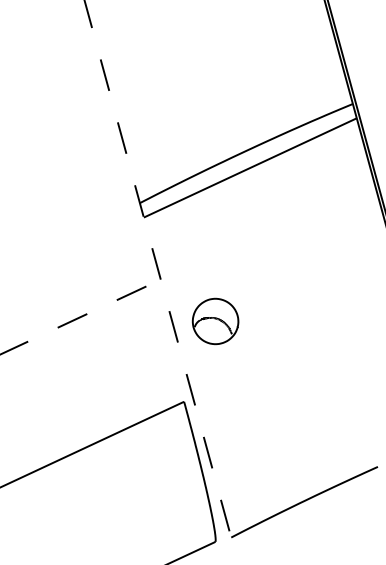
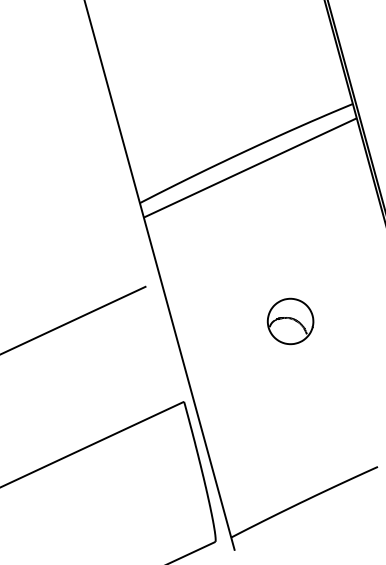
line at (159, 275): dashed -> solid
line at (72, 320): dashed -> solid
part at (215, 321) position: (215, 321) -> (290, 321)
